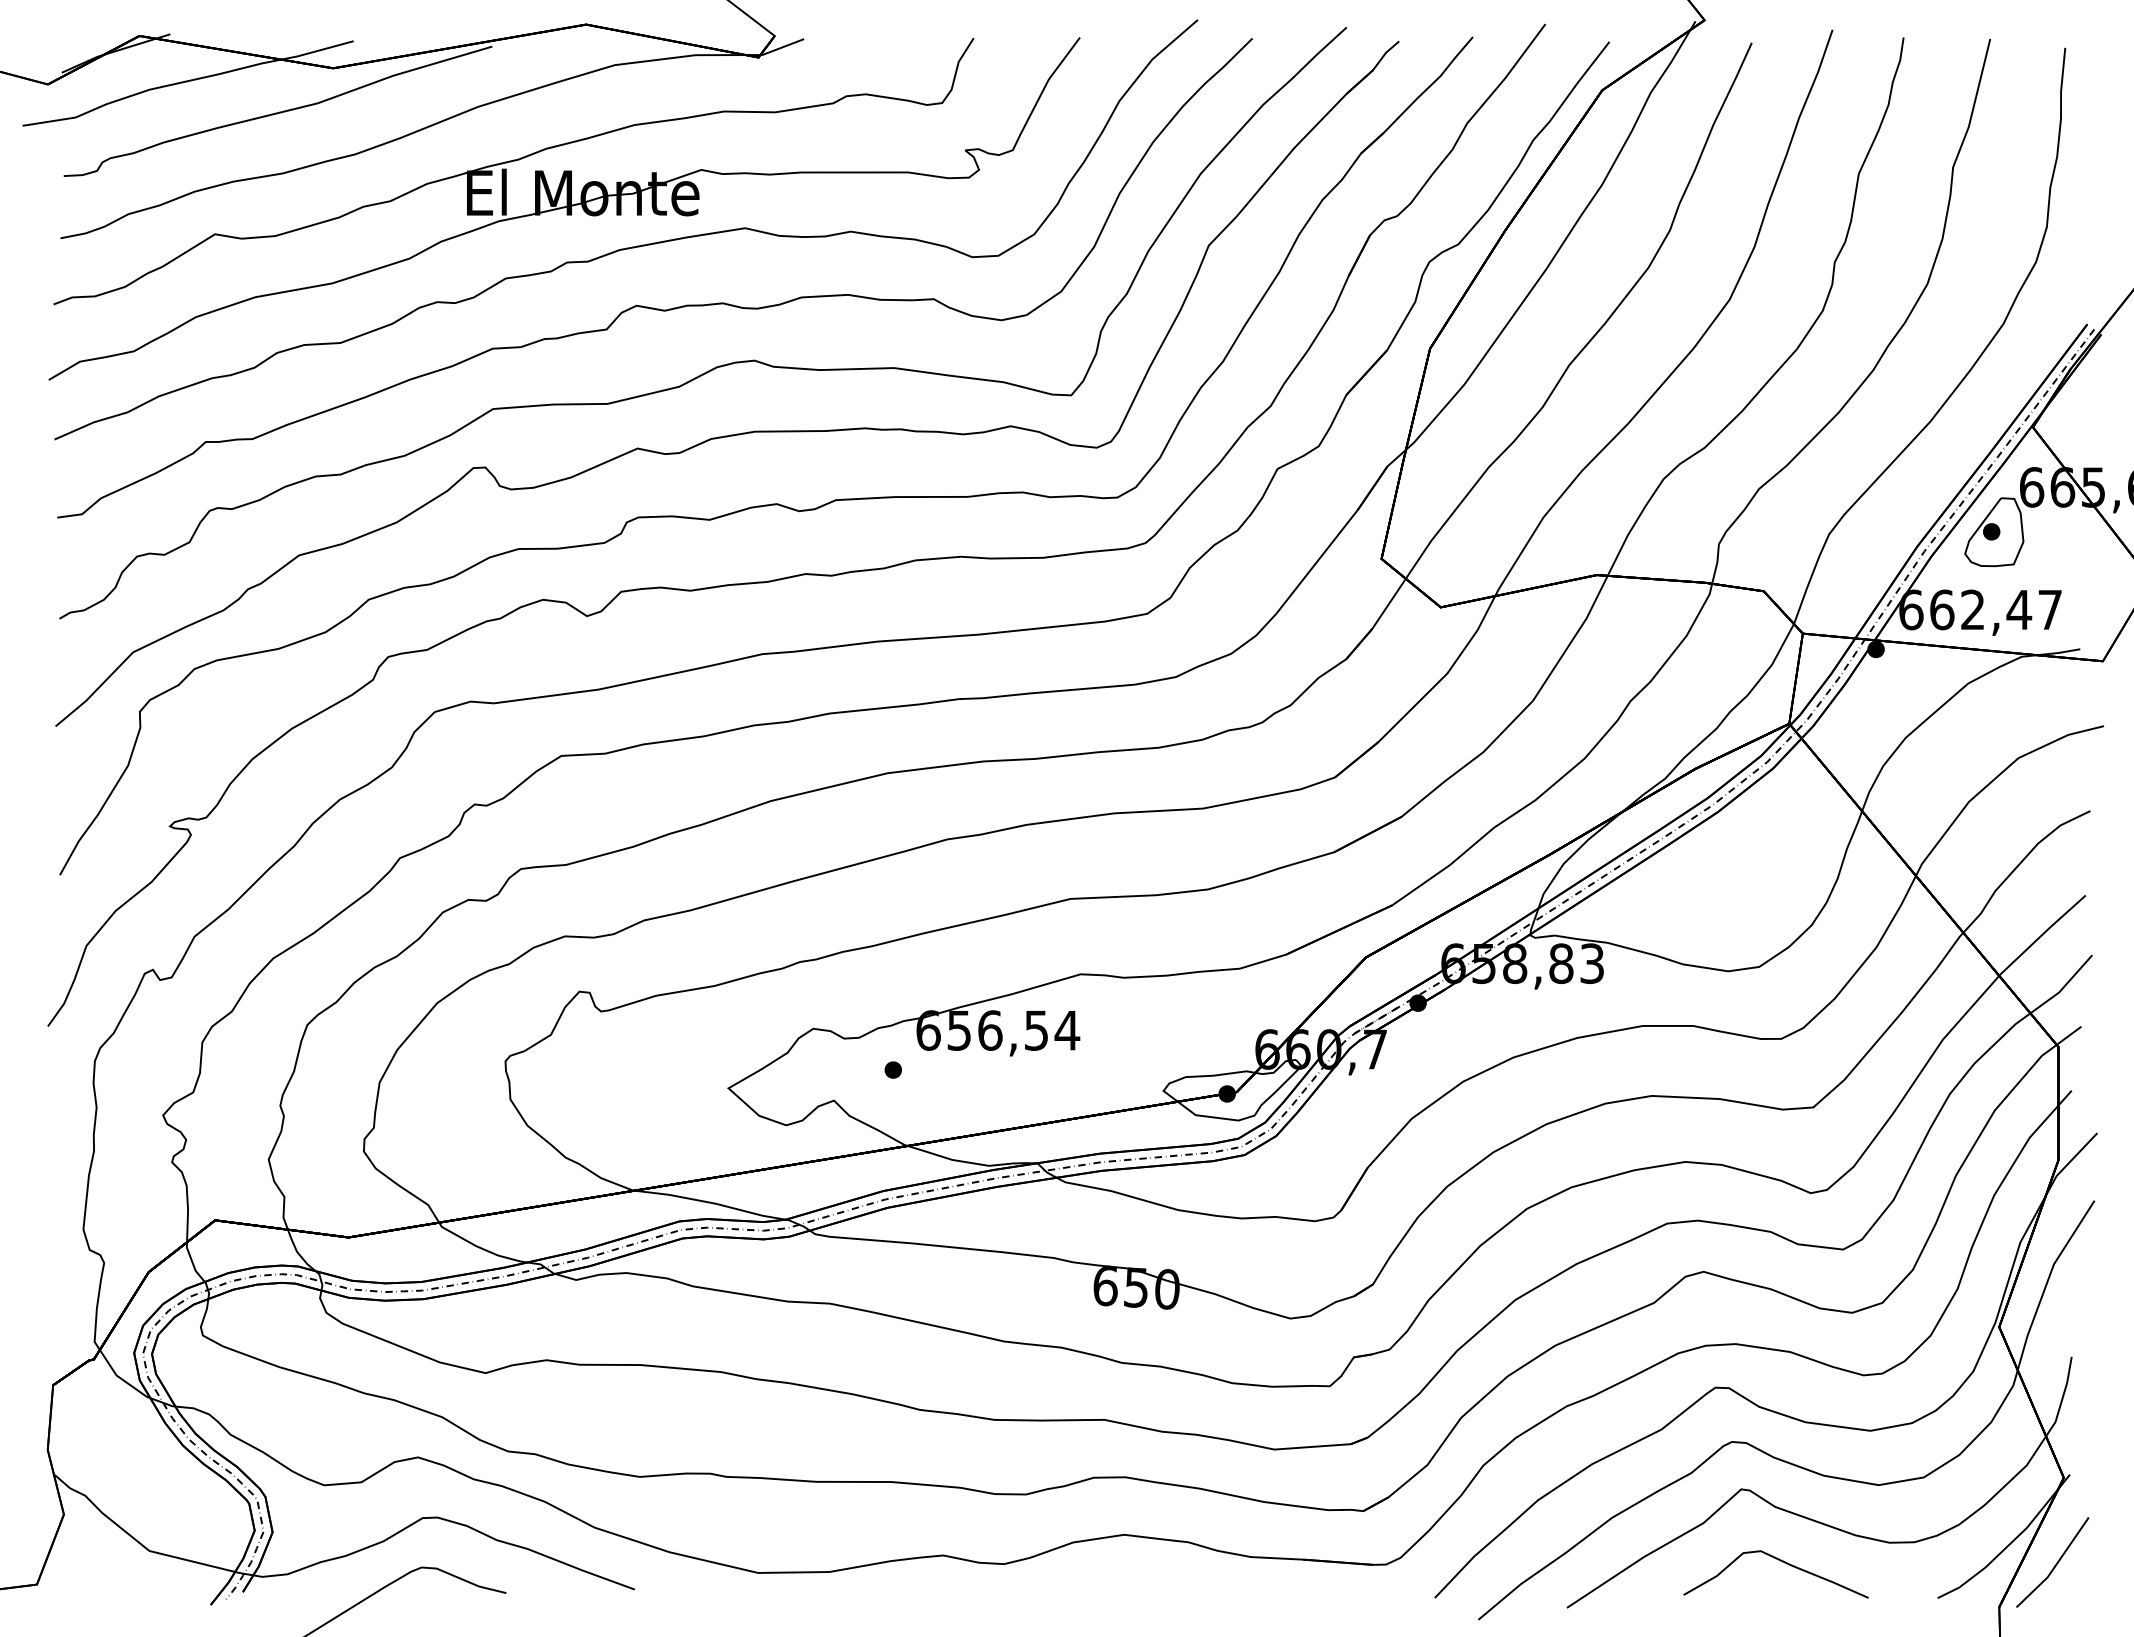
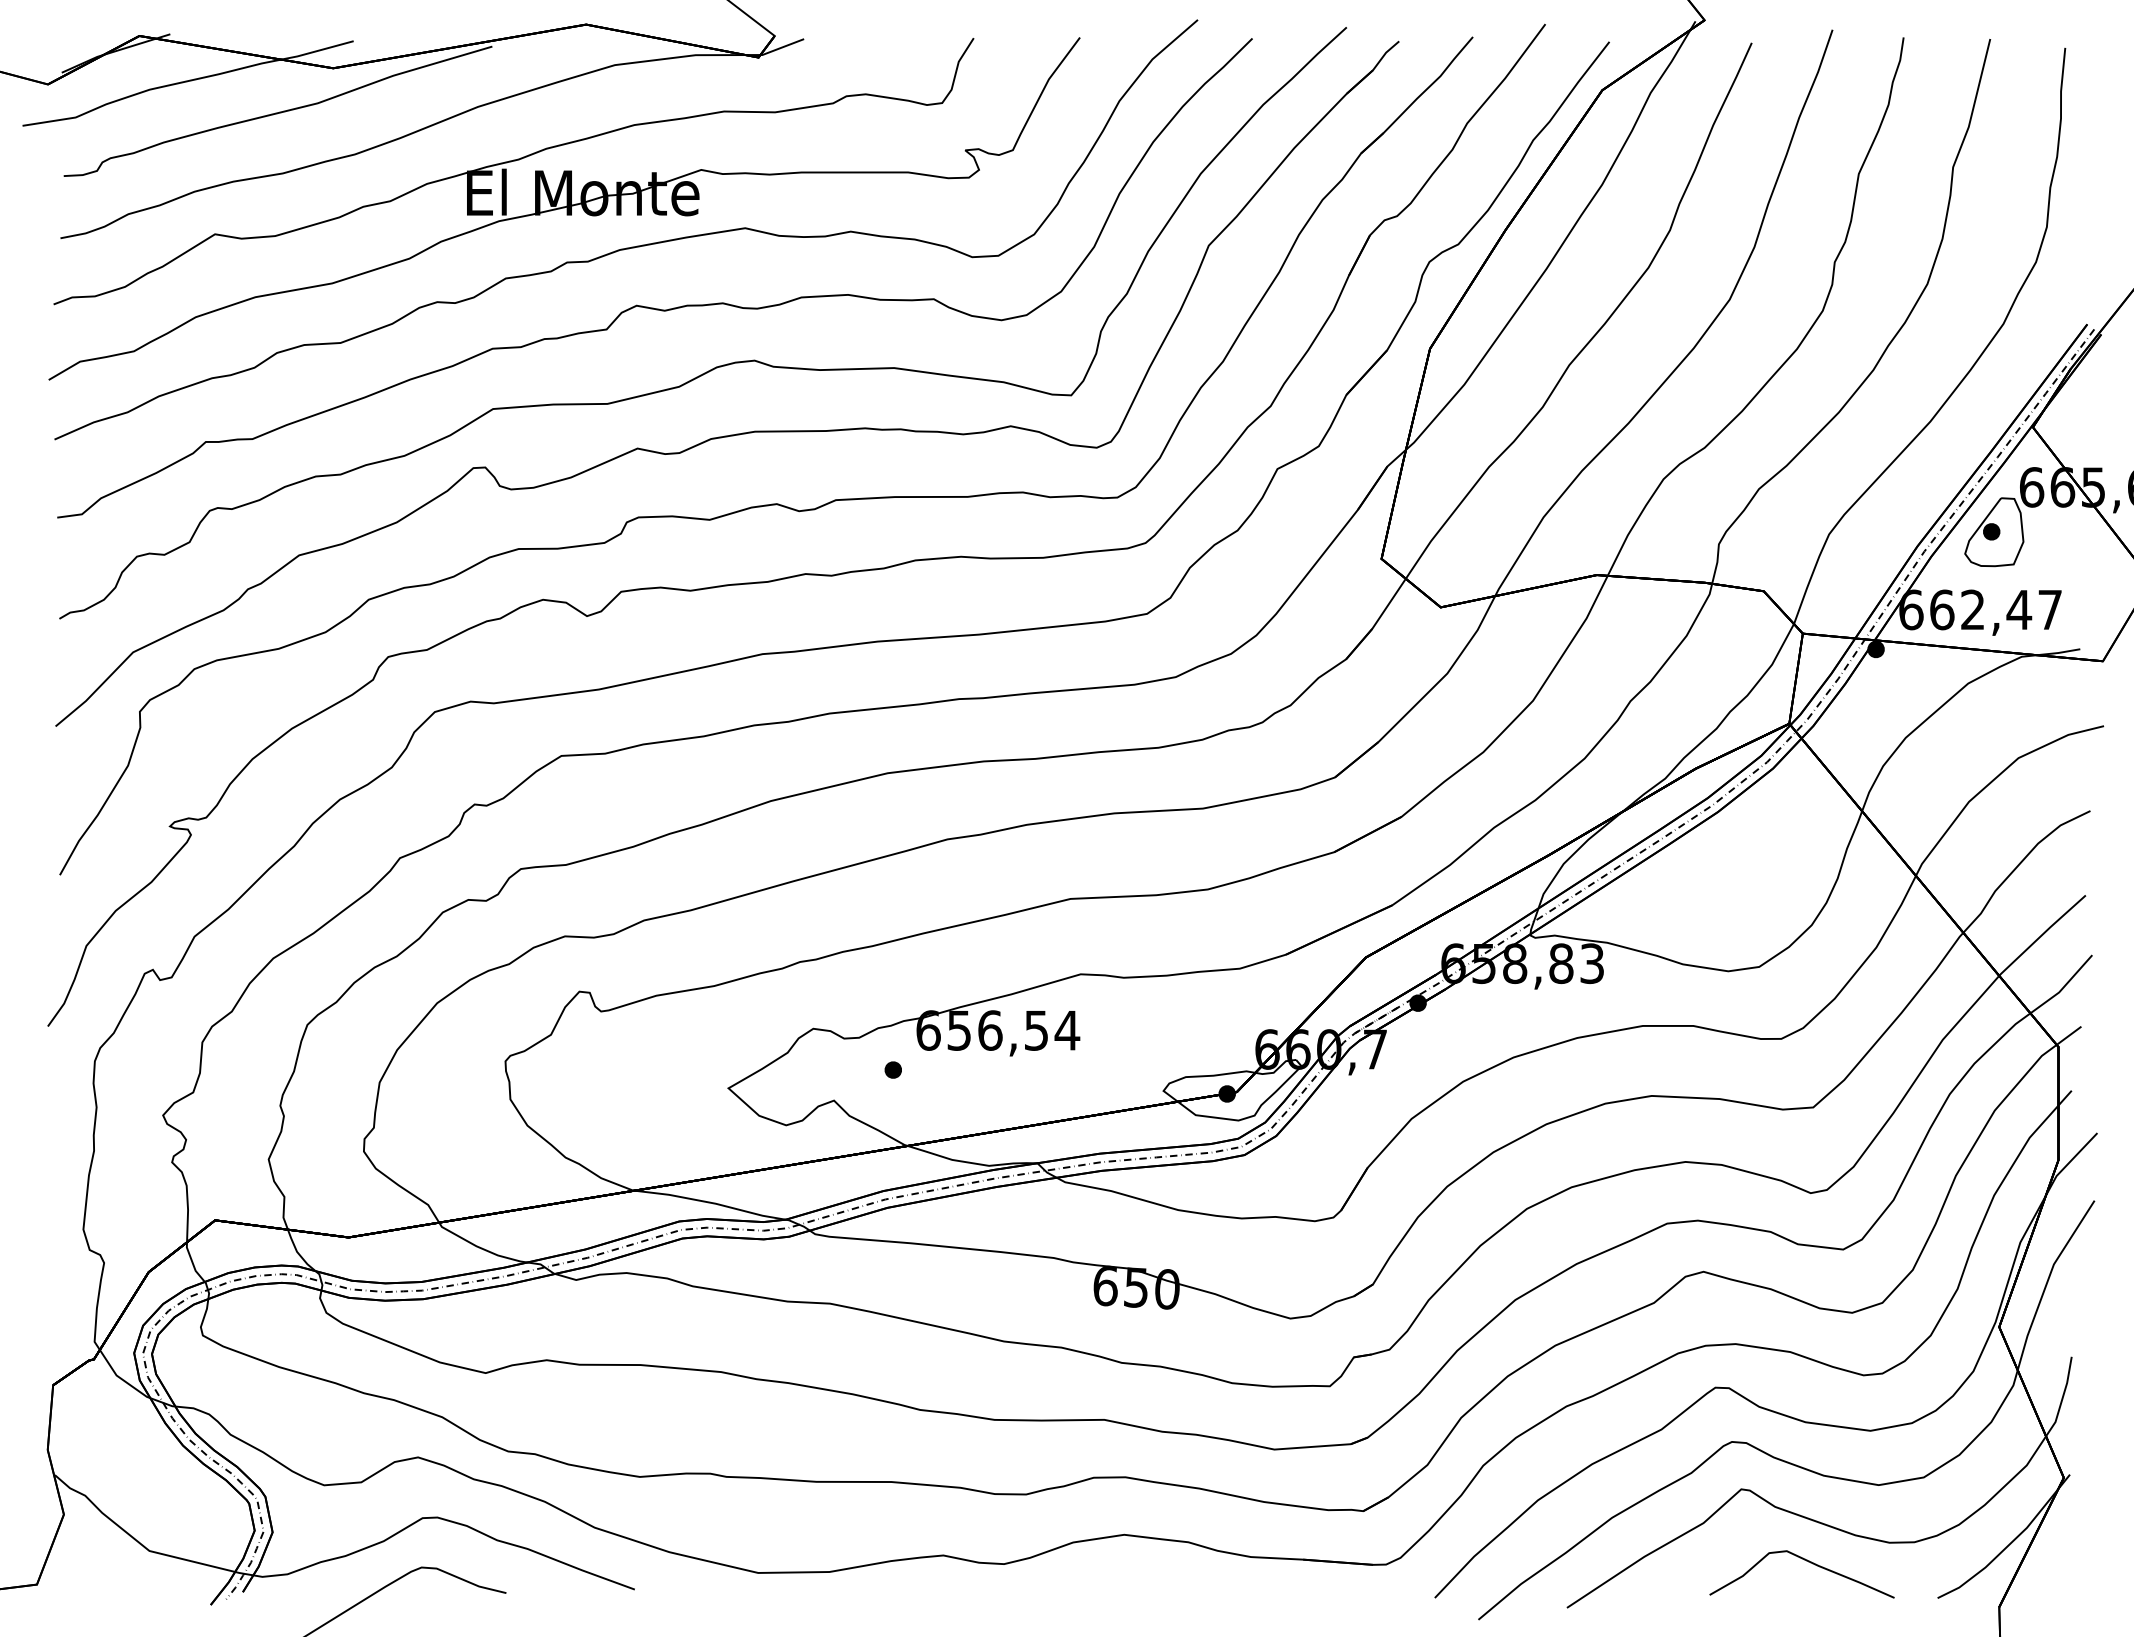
curve at (1782, 1562) position: (1782, 1562) -> (1808, 1562)
line at (2055, 1564): present -> none
